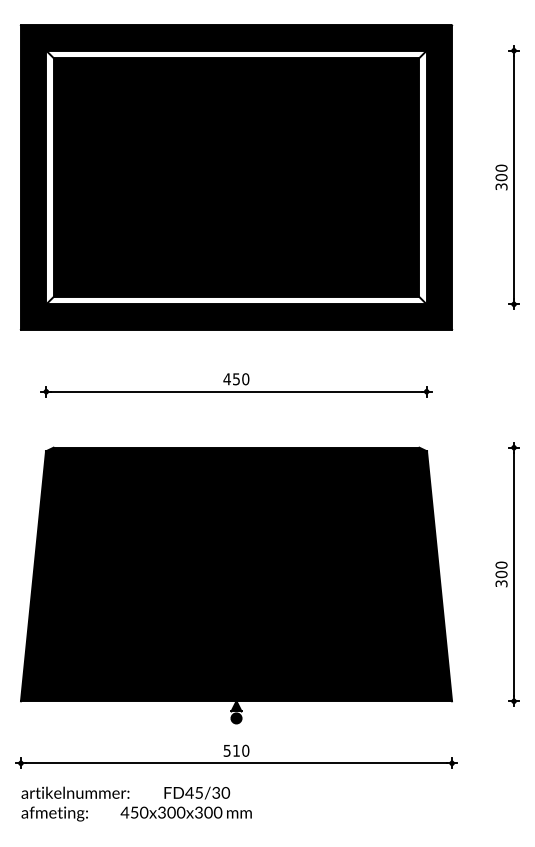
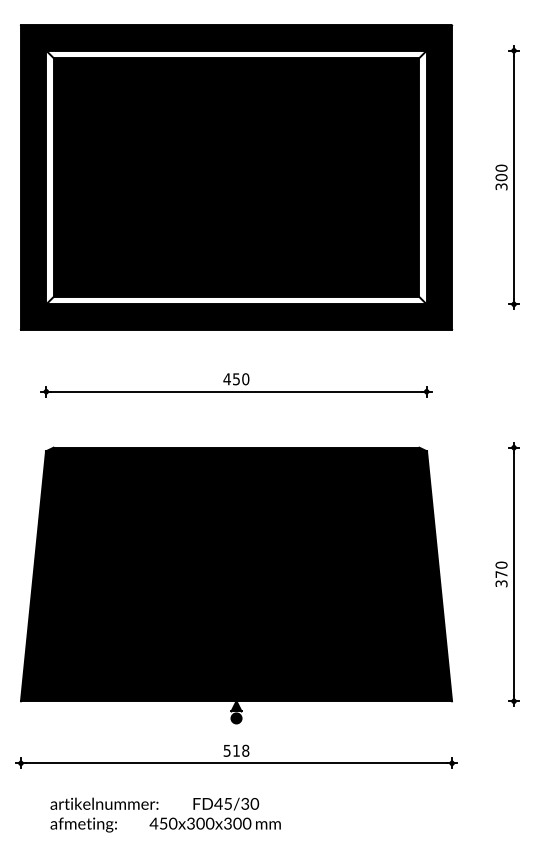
text at (501, 574): 300 -> 370
text at (245, 750): 510 -> 518
text at (136, 803) position: (136, 803) -> (165, 814)
